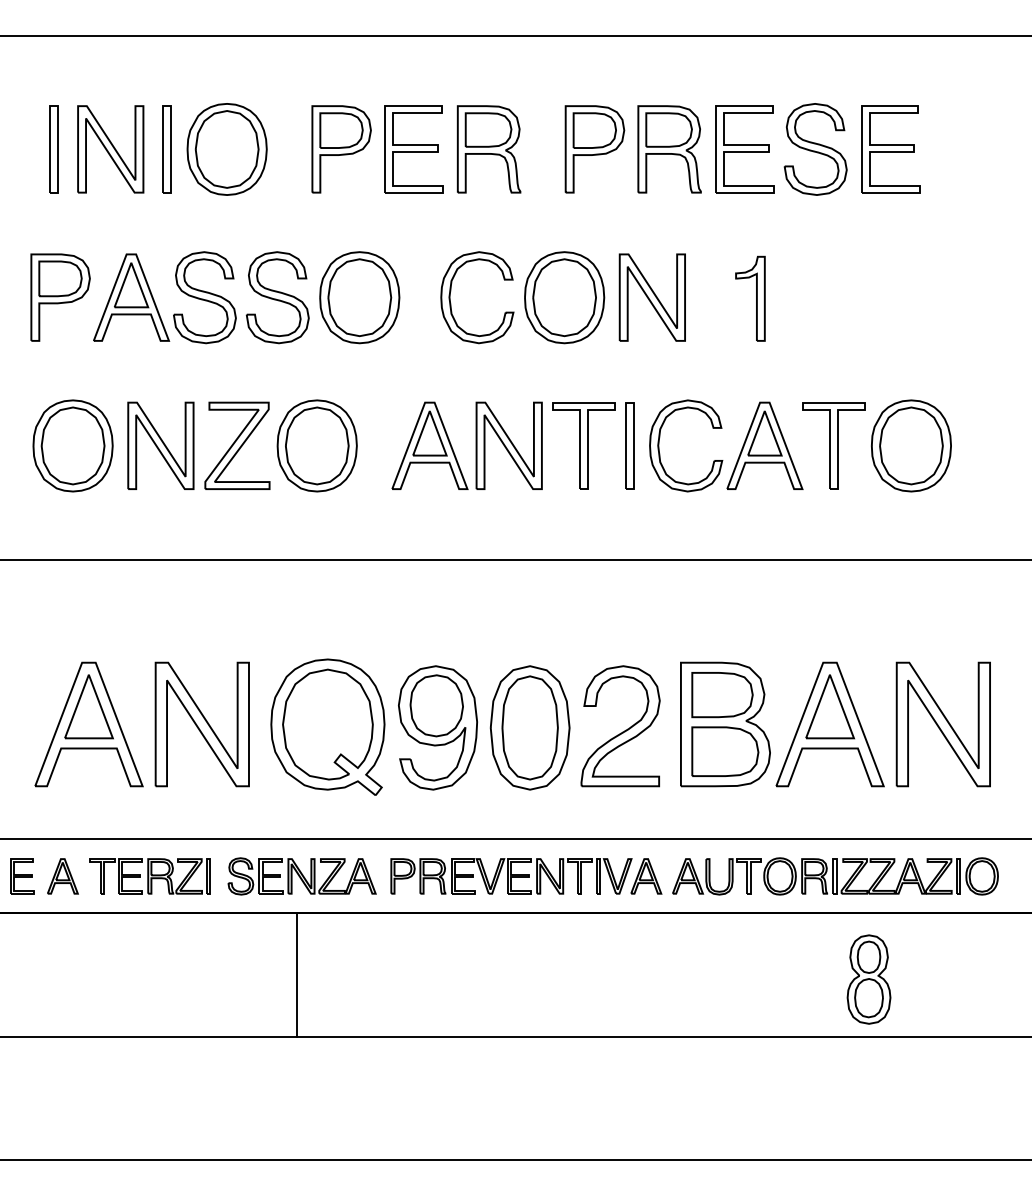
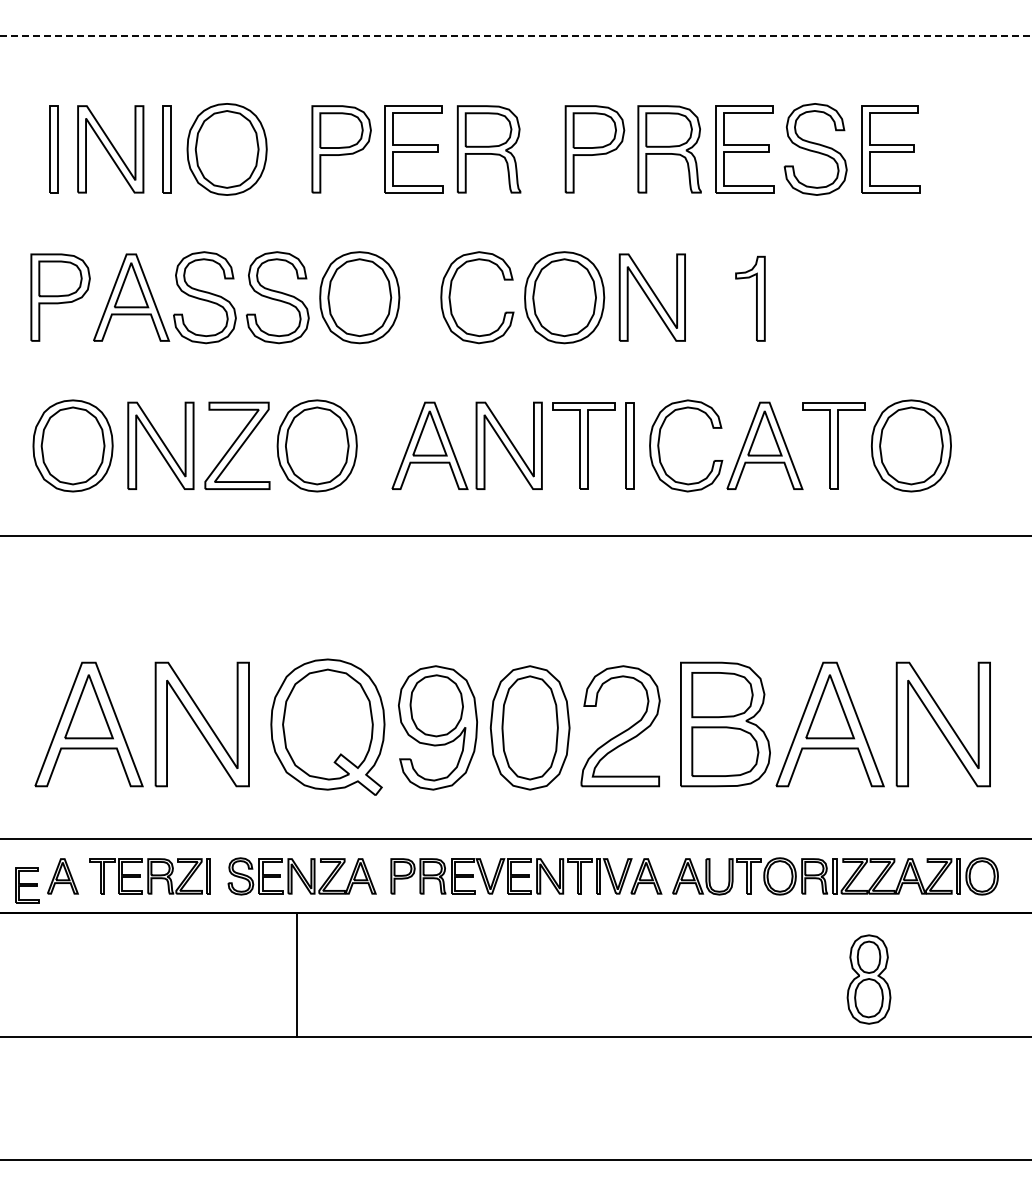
line at (516, 35): solid -> dashed
line at (515, 559) position: (515, 559) -> (515, 535)
part at (22, 876) position: (22, 876) -> (27, 885)
